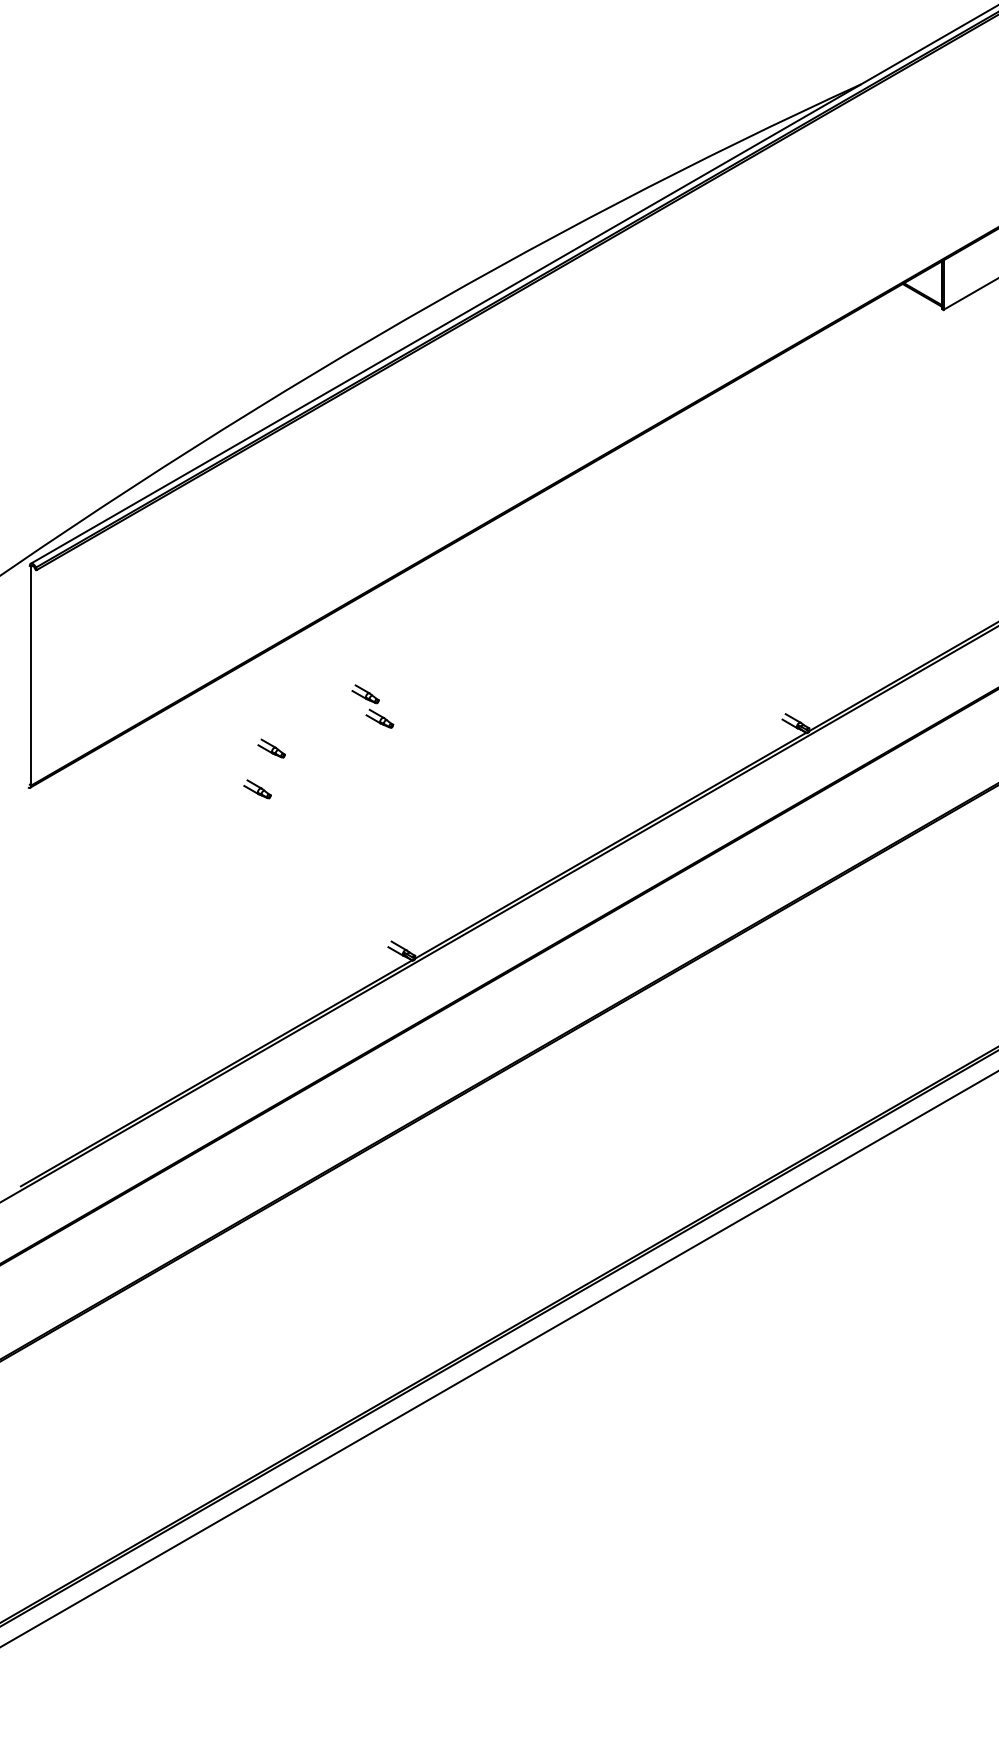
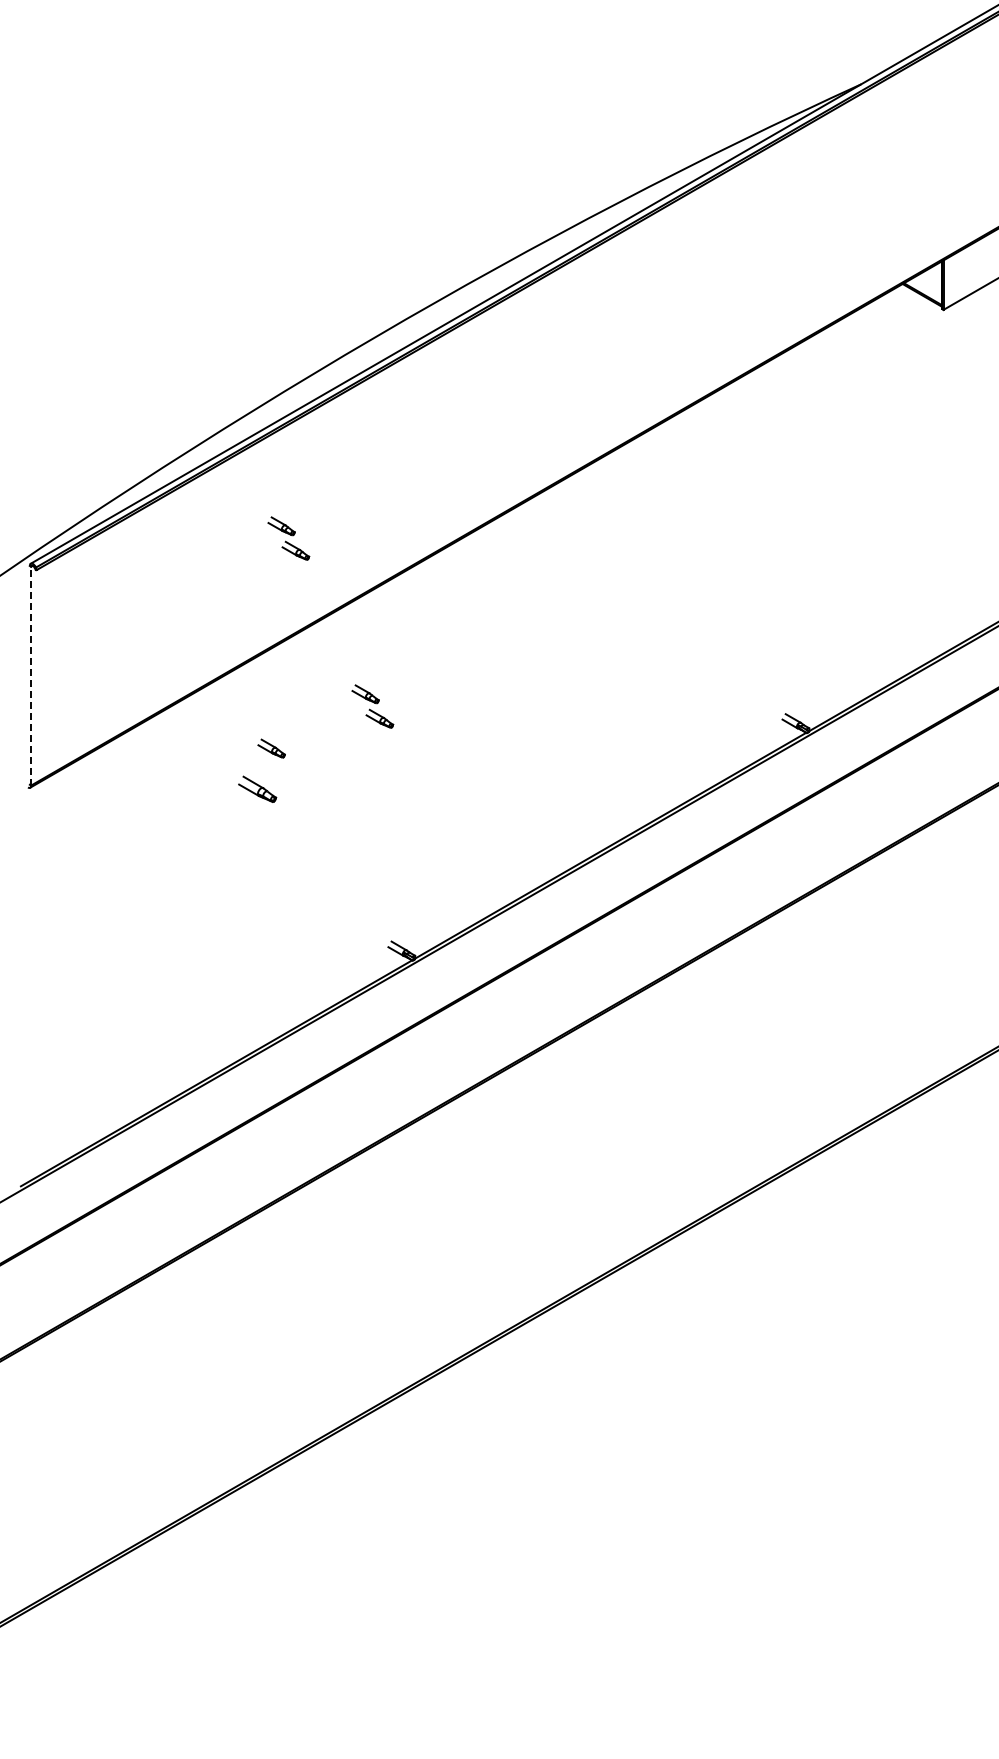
part at (288, 538): none -> present
line at (31, 675): solid -> dashed
part at (257, 789) size: 29x21 px -> 40x28 px
line at (498, 1359): present -> none
